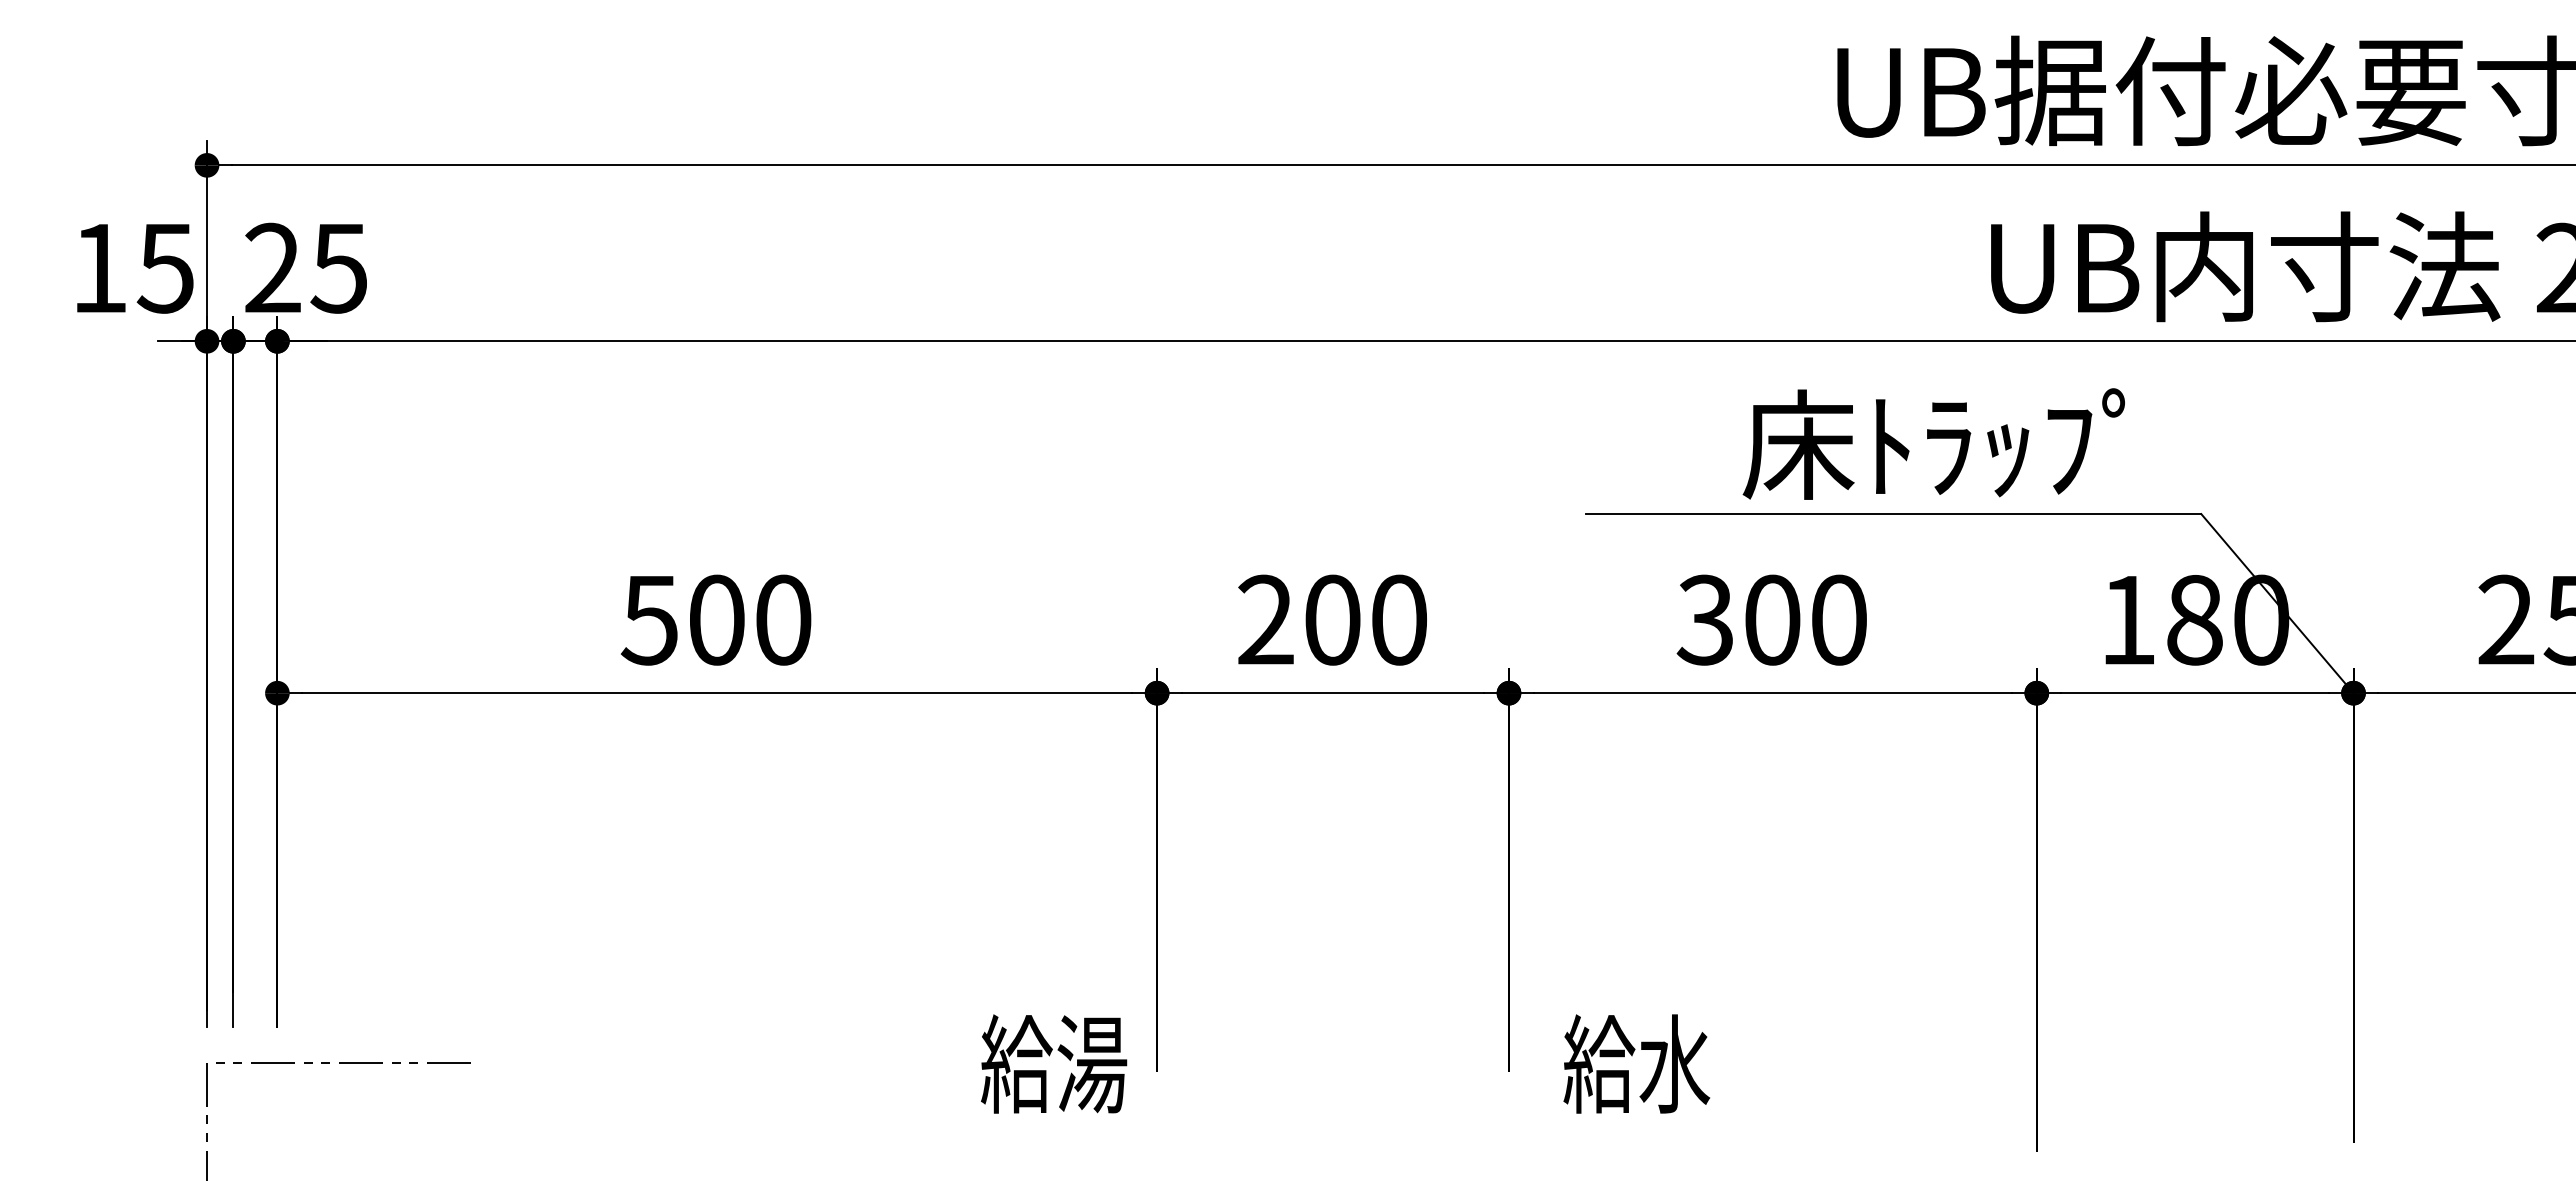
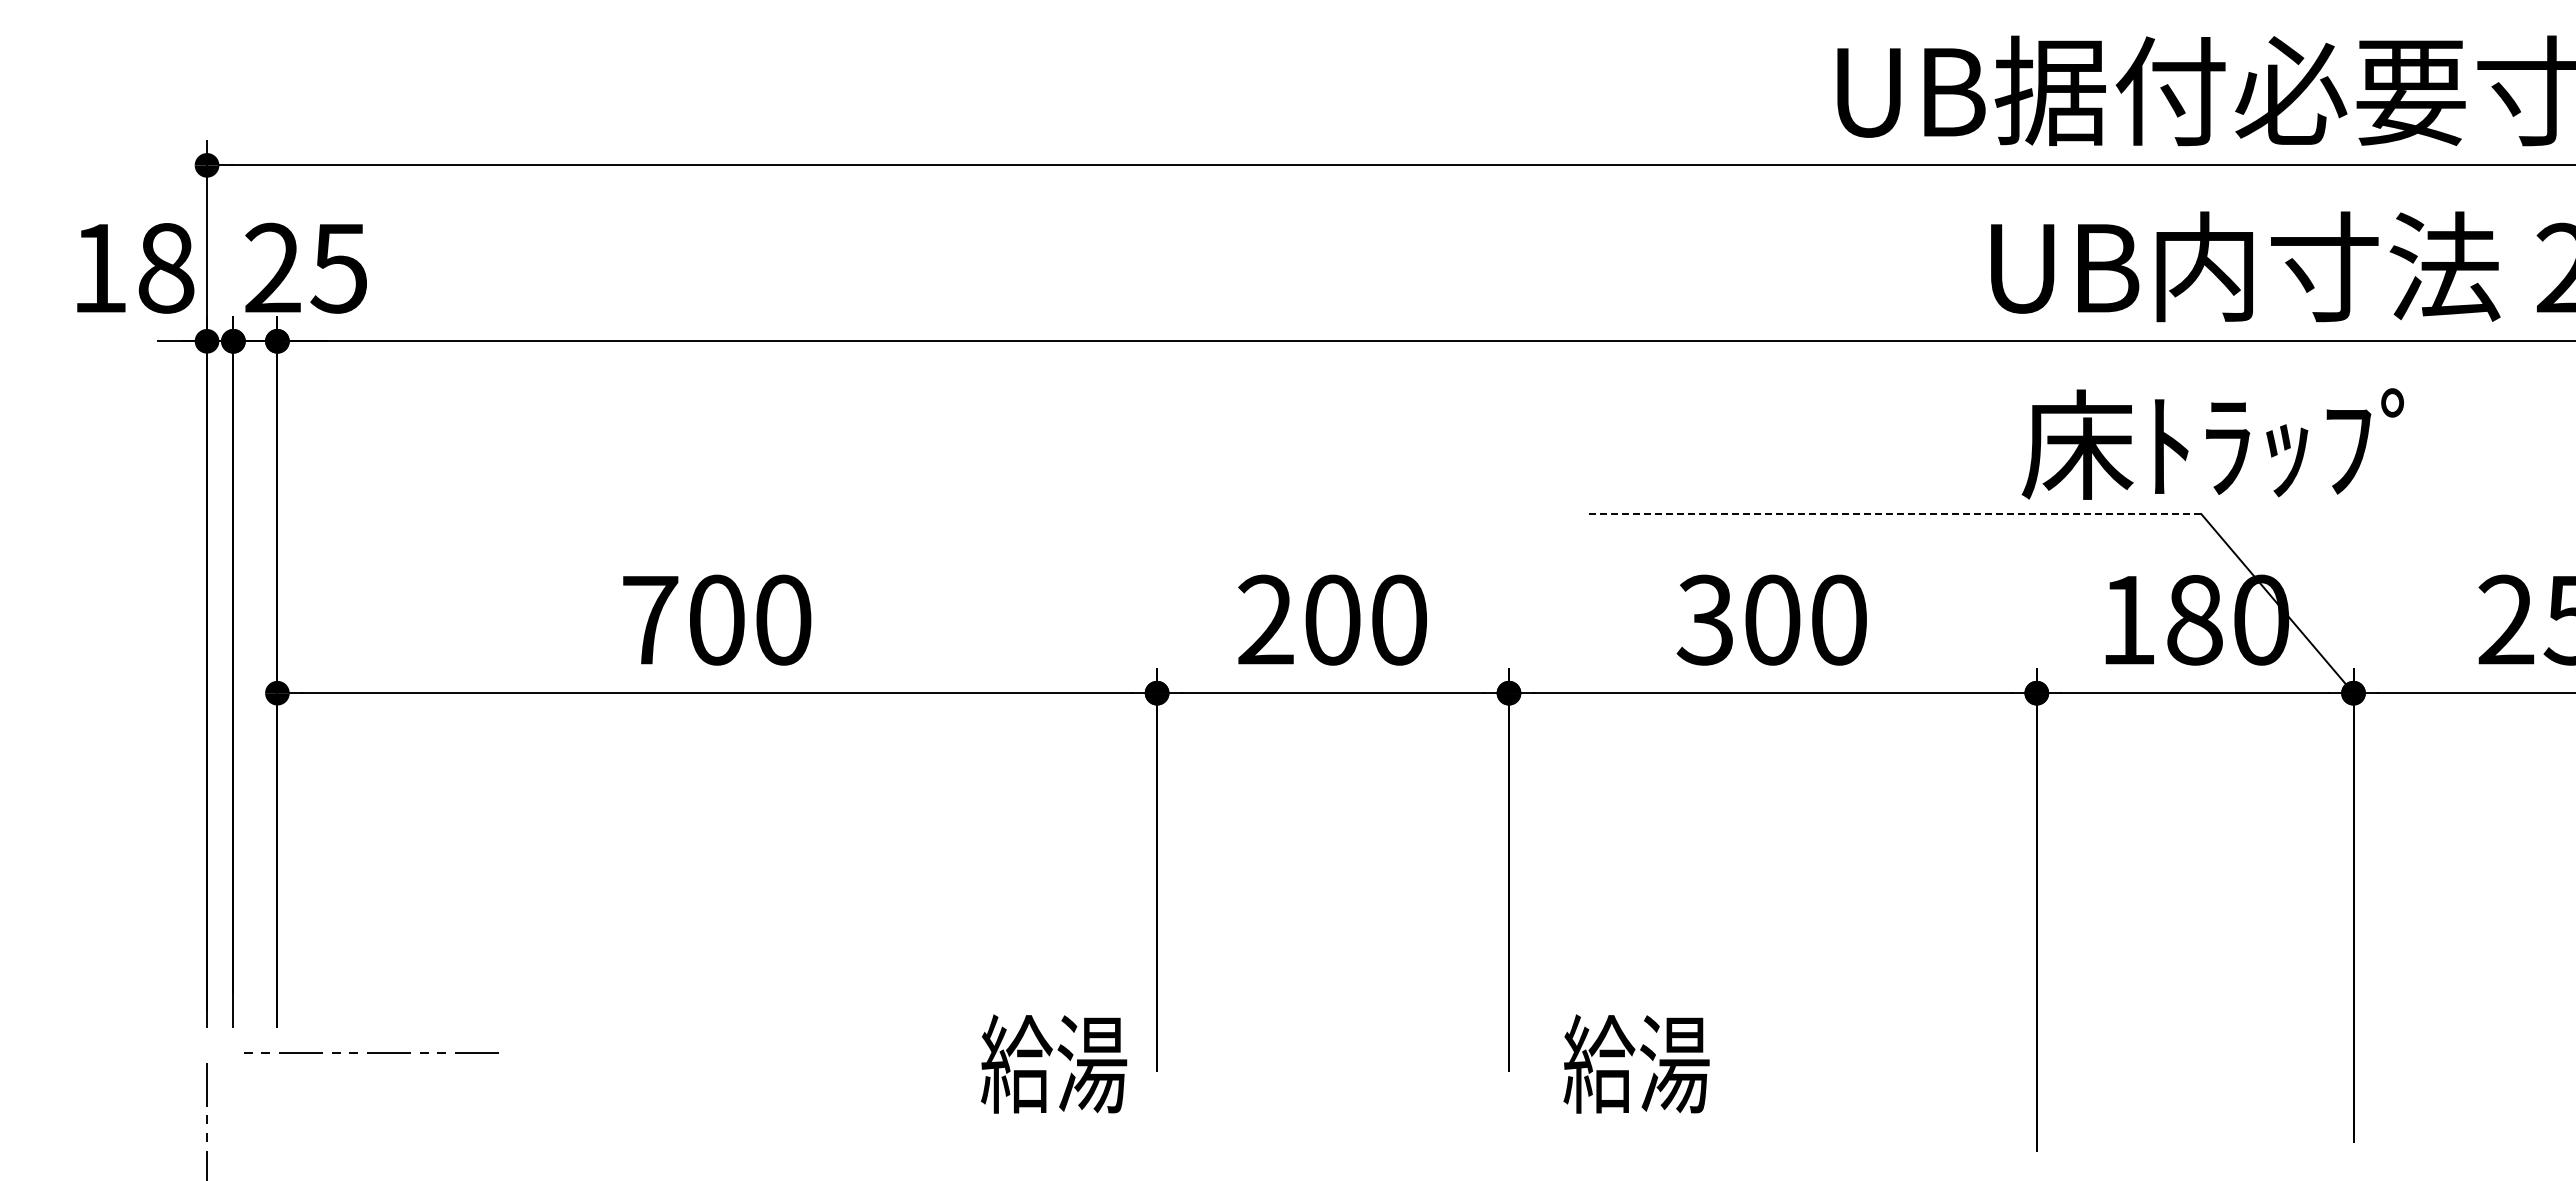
text at (165, 268): 15 -> 18
text at (1933, 443) position: (1933, 443) -> (2212, 443)
line at (1893, 514): solid -> dashed
text at (649, 620): 500 -> 700
line at (343, 1062) position: (343, 1062) -> (371, 1052)
text at (1674, 1063): 給水 -> 給湯
